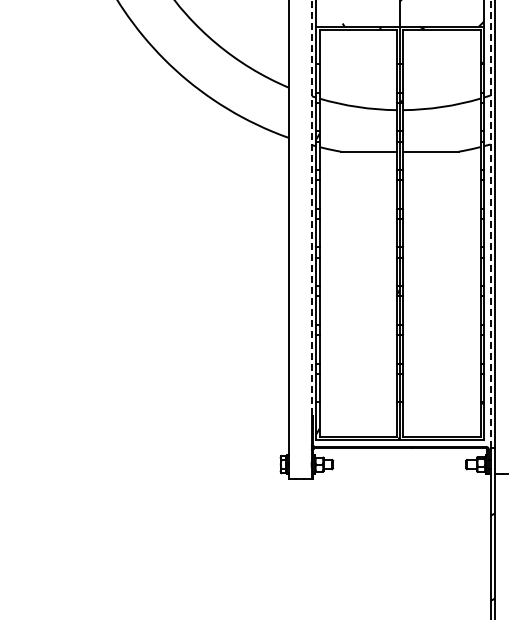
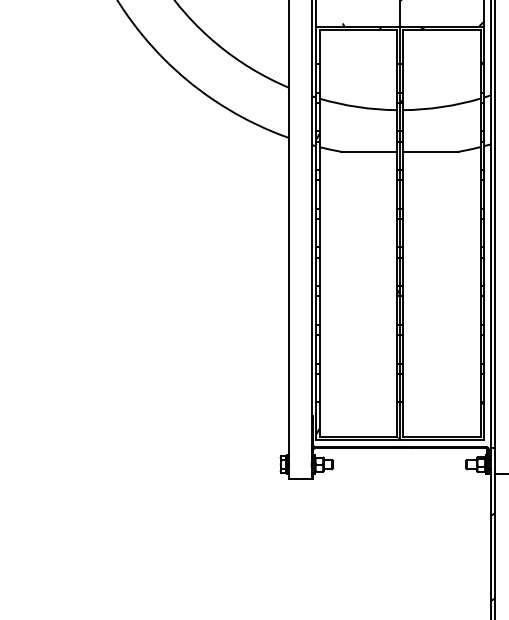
line at (311, 208): dashed -> solid
line at (490, 223): dashed -> solid
